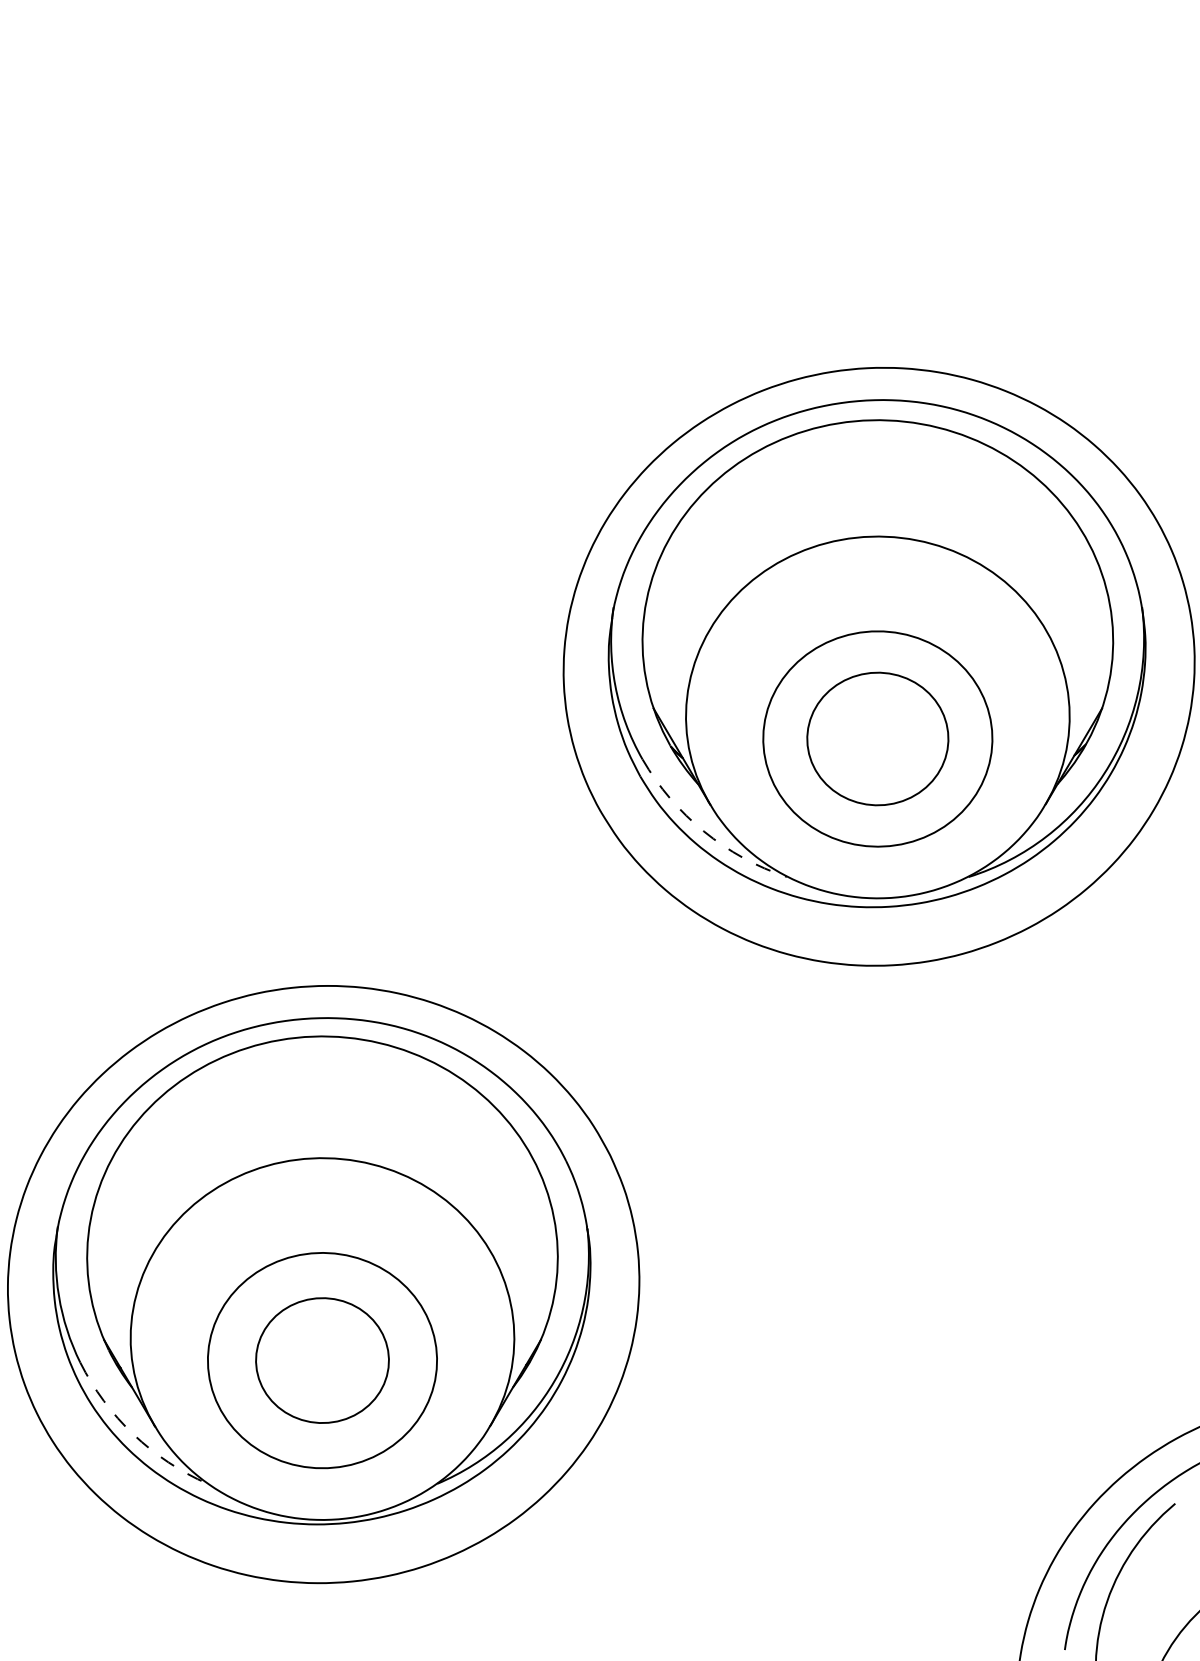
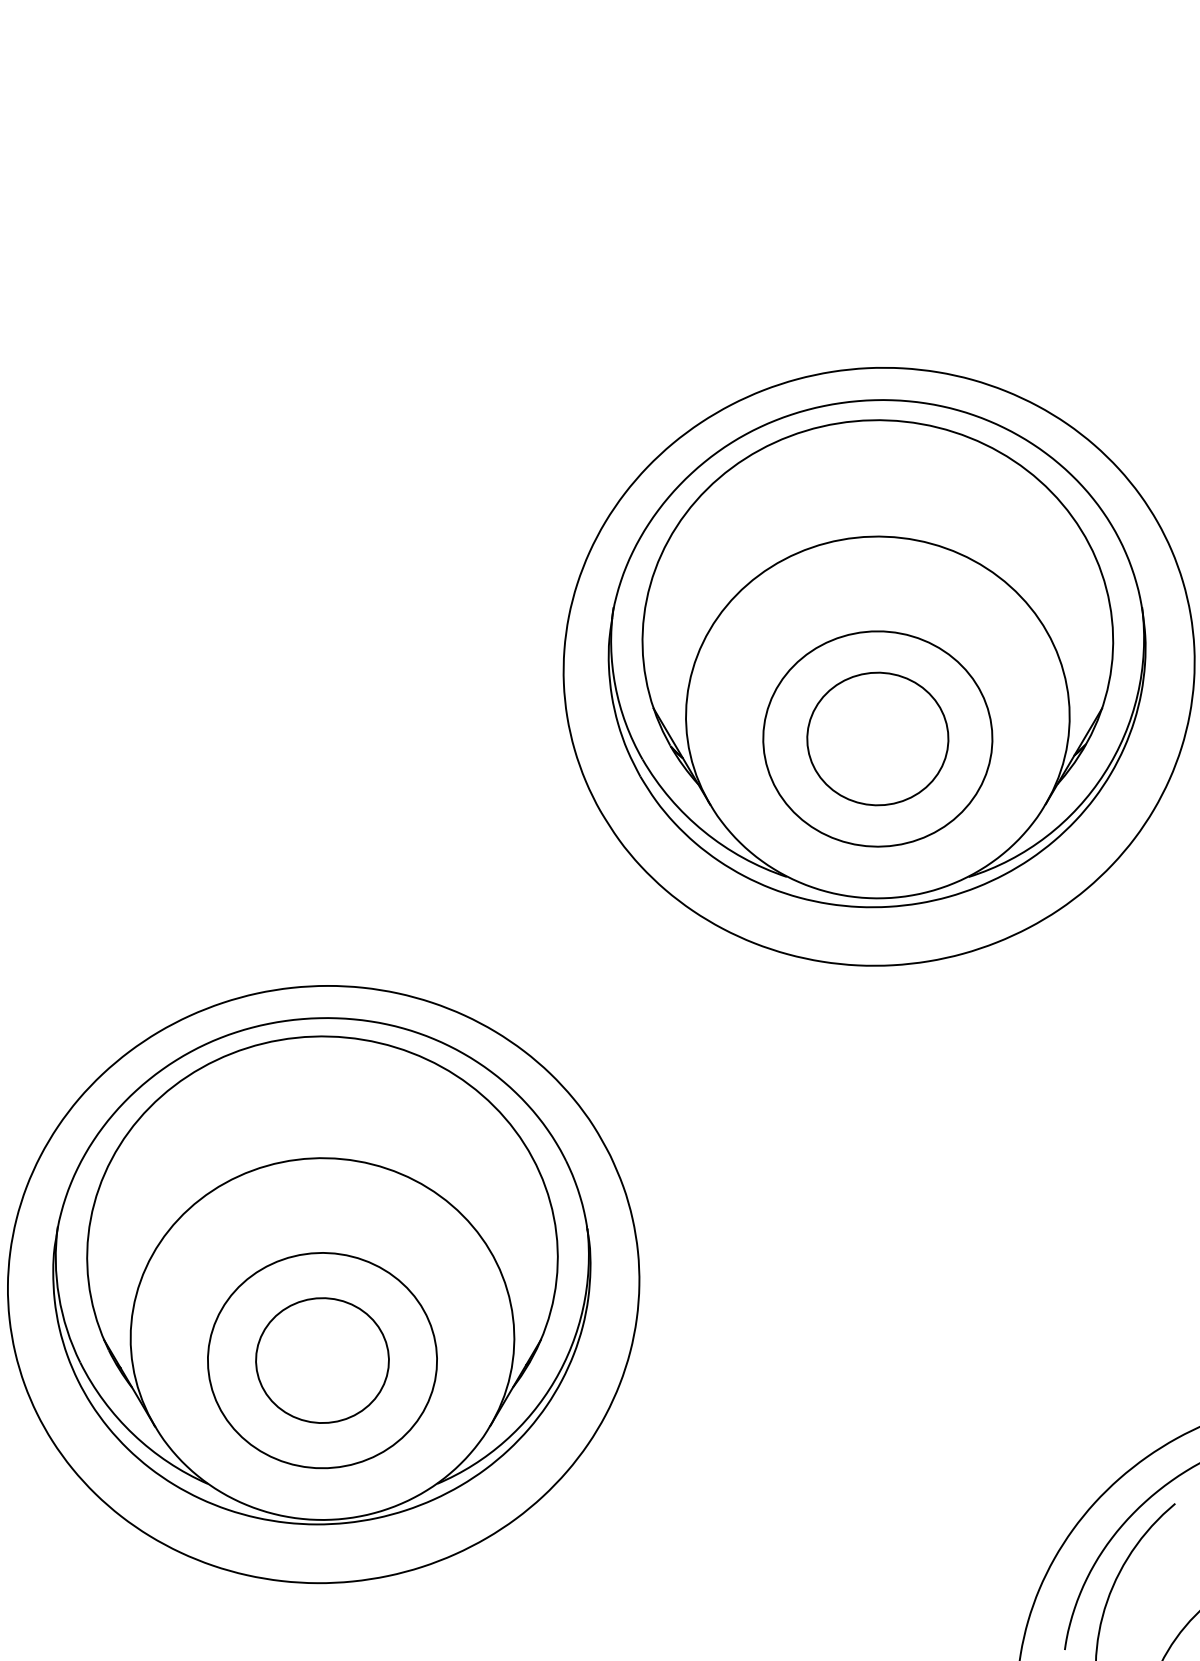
arc at (703, 831): dashed -> solid
arc at (133, 1434): dashed -> solid
